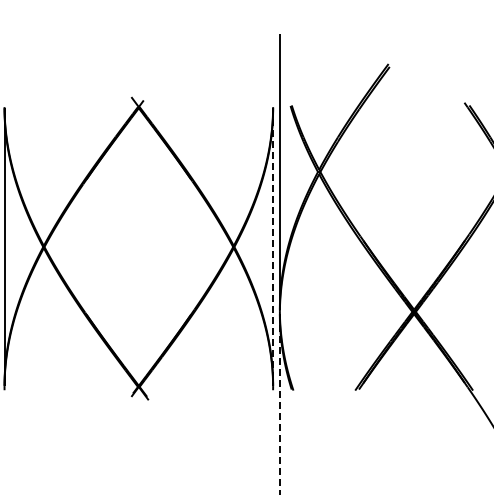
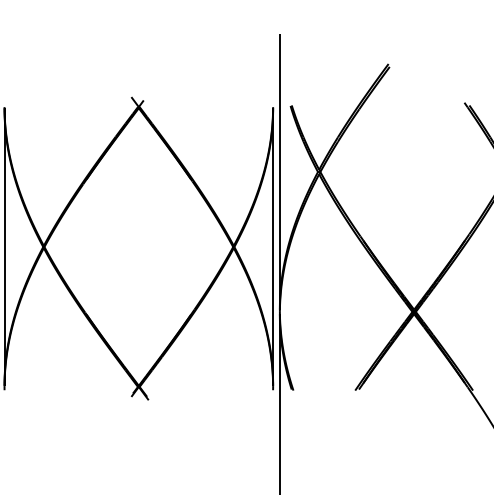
line at (273, 247): dashed -> solid
line at (279, 404): dashed -> solid
